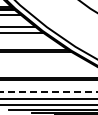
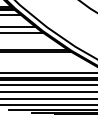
line at (48, 72): none -> present
line at (48, 84): none -> present
line at (49, 92): dashed -> solid
